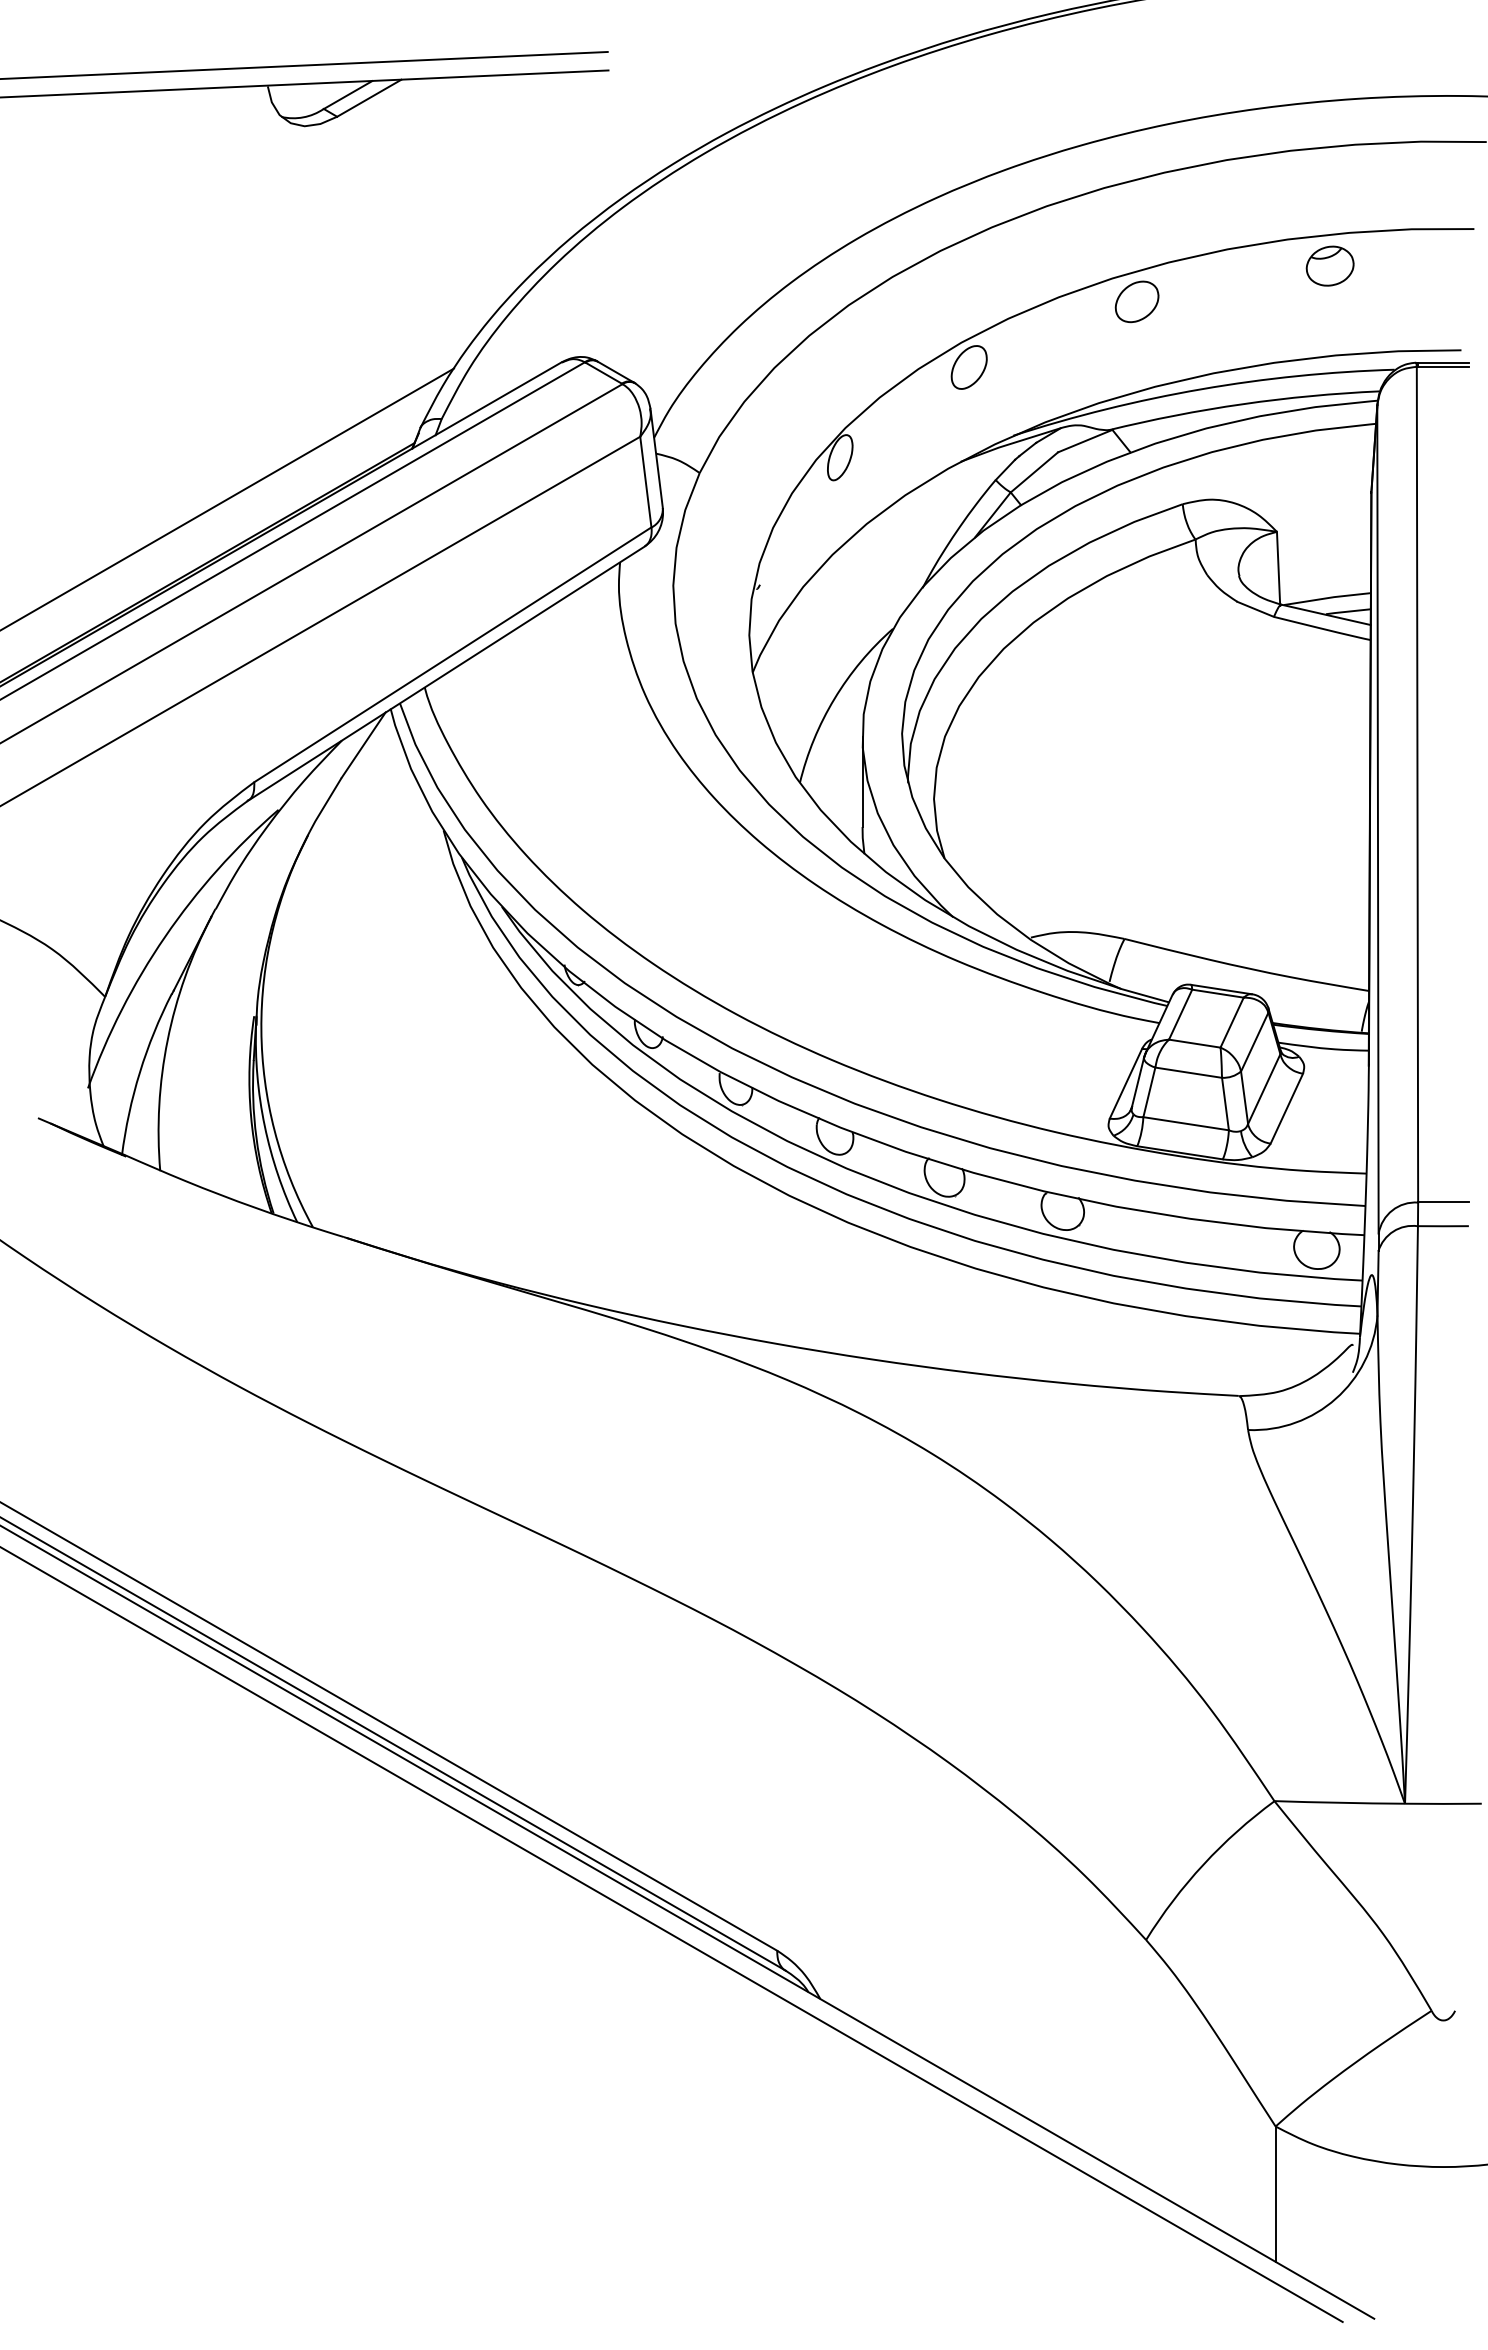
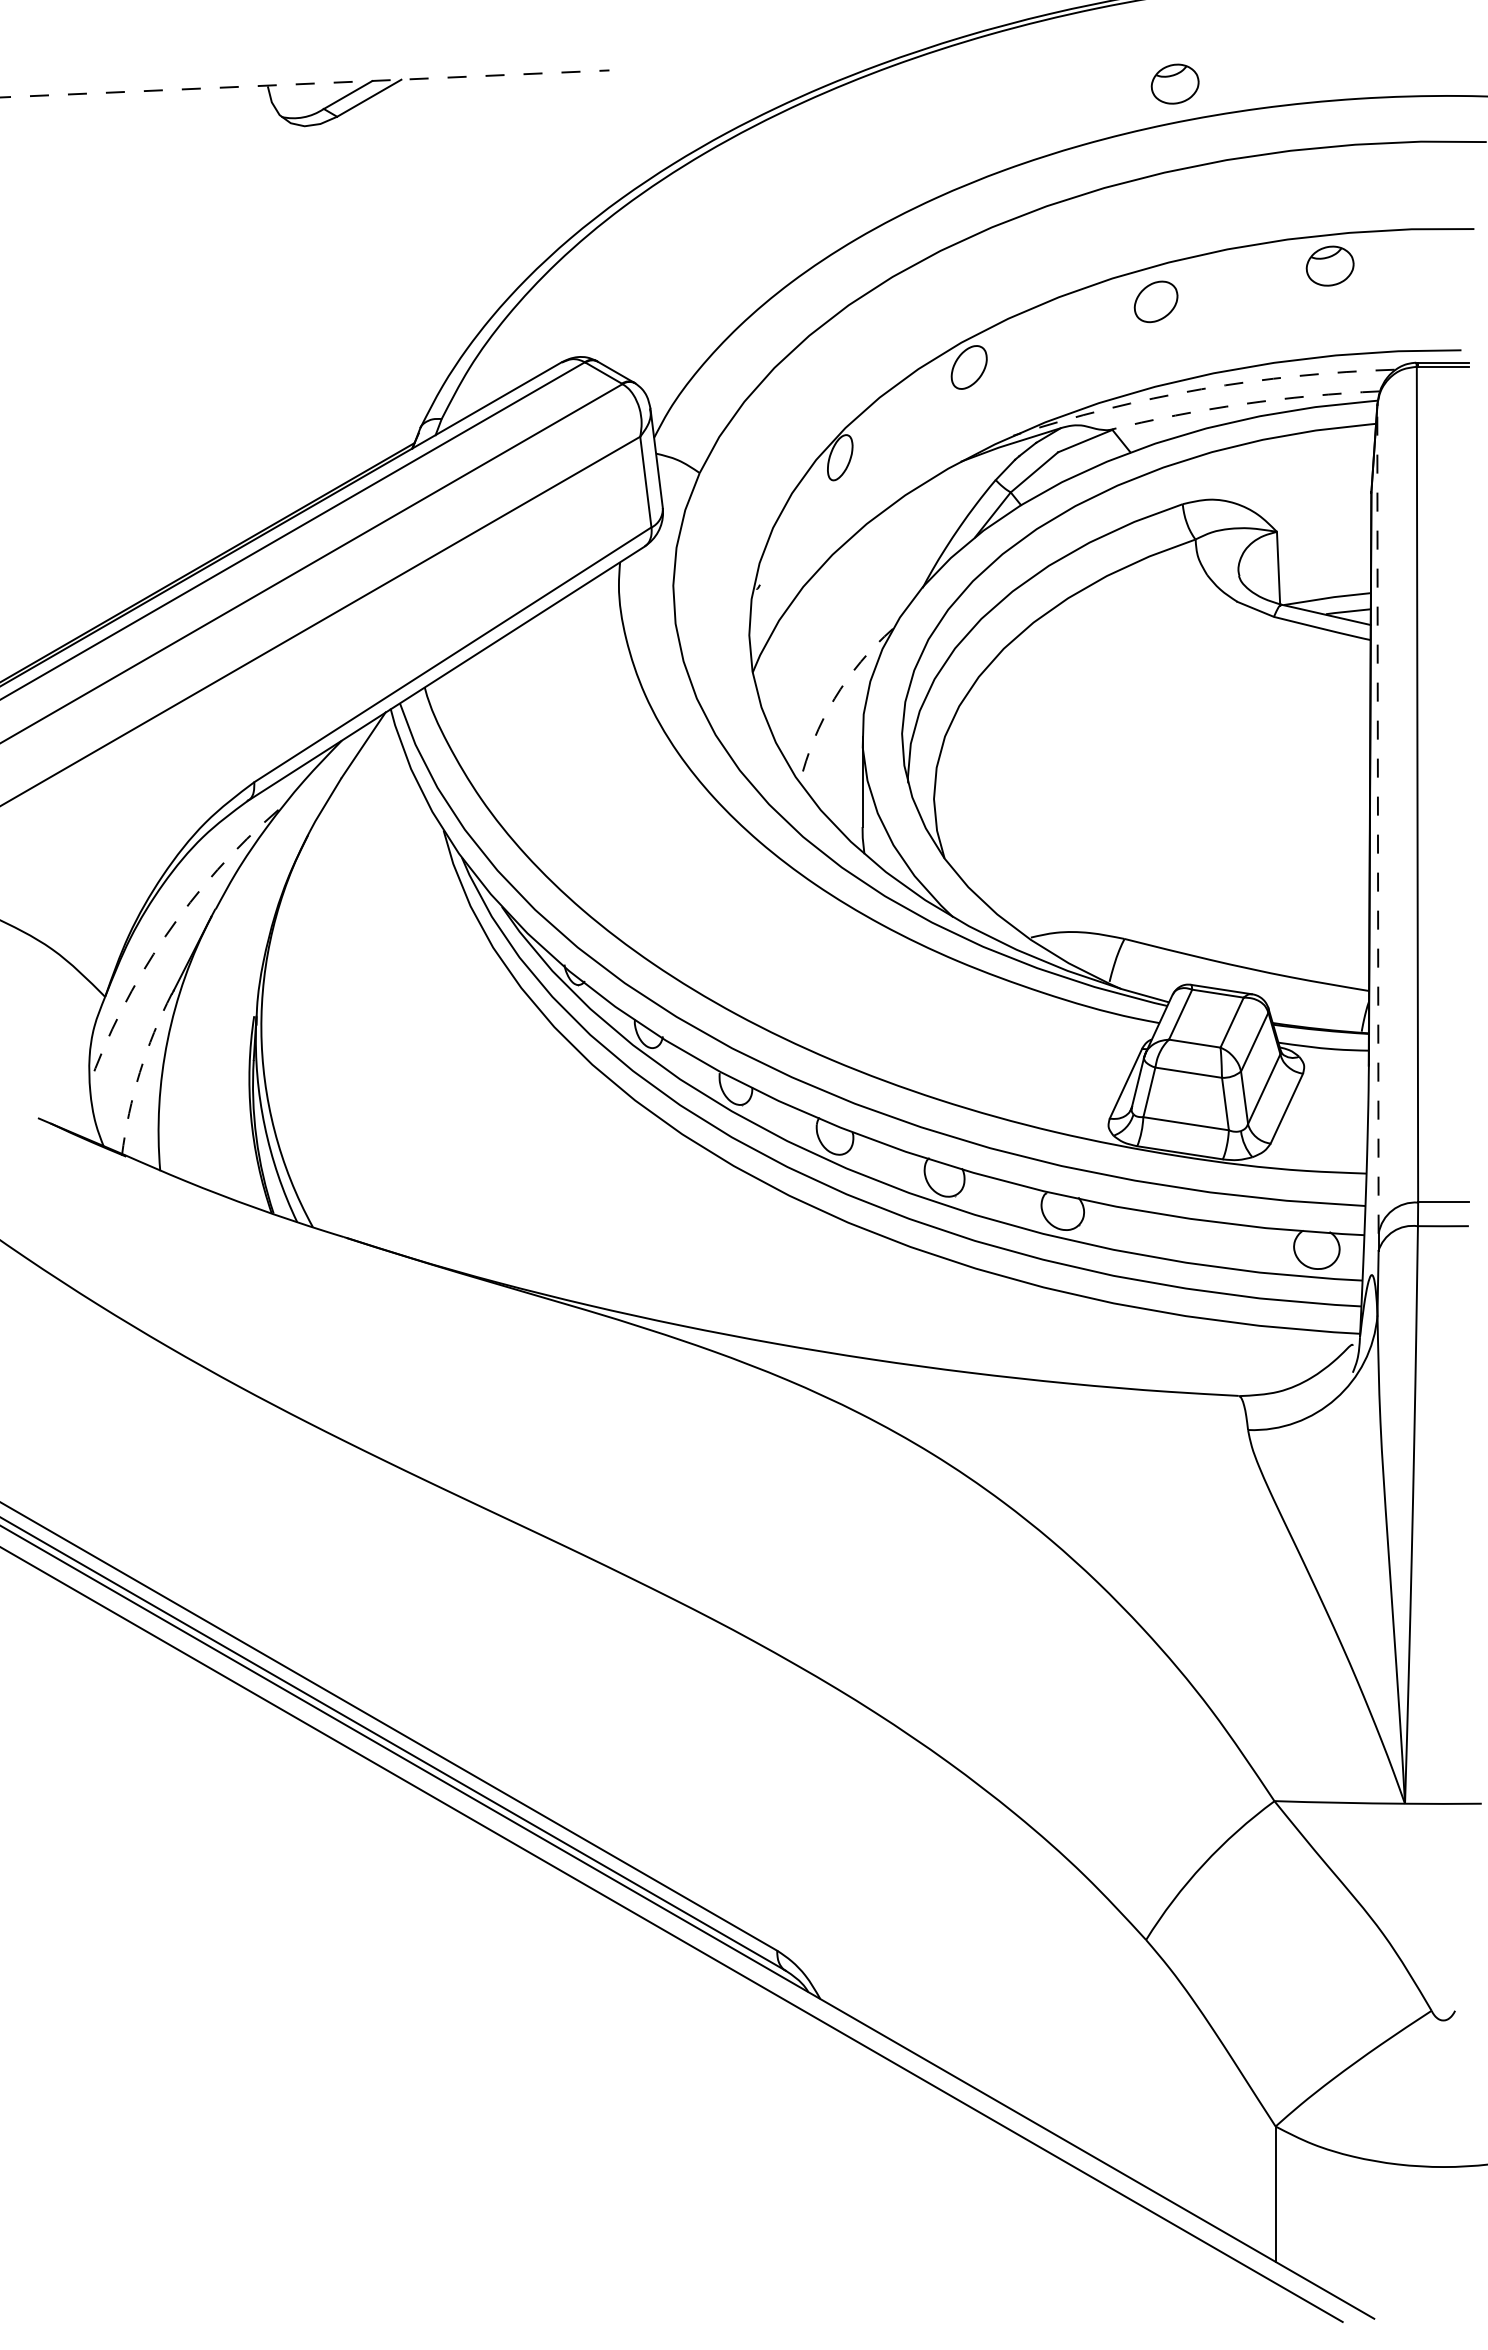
line at (304, 64): present -> none
line at (304, 83): solid -> dashed
part at (1174, 83): none -> present
part at (1136, 301) position: (1136, 301) -> (1155, 301)
arc at (1201, 389): solid -> dashed
arc at (1243, 404): solid -> dashed
line at (228, 498): present -> none
arc at (834, 698): solid -> dashed
line at (1377, 819): solid -> dashed
arc at (165, 936): solid -> dashed
arc at (139, 1072): solid -> dashed
